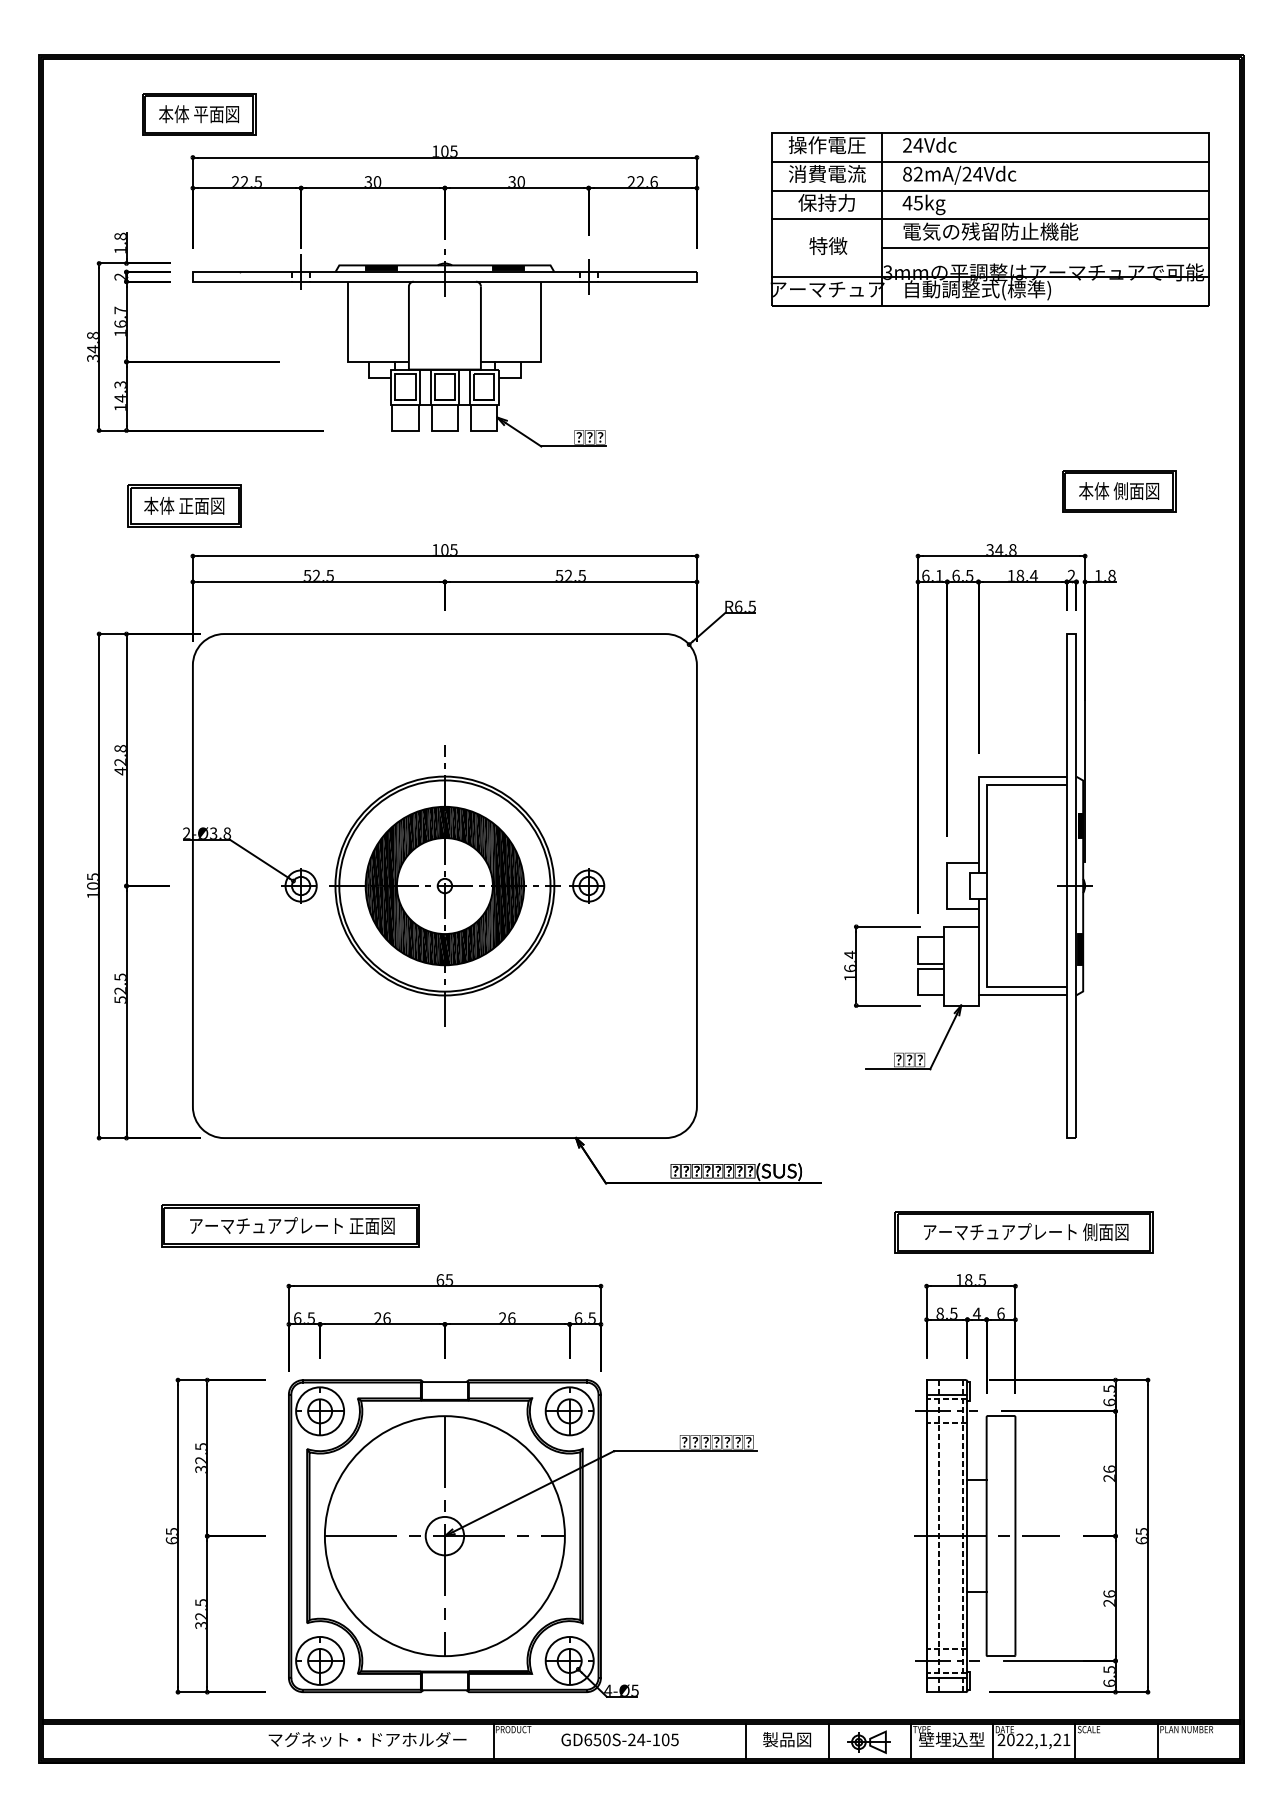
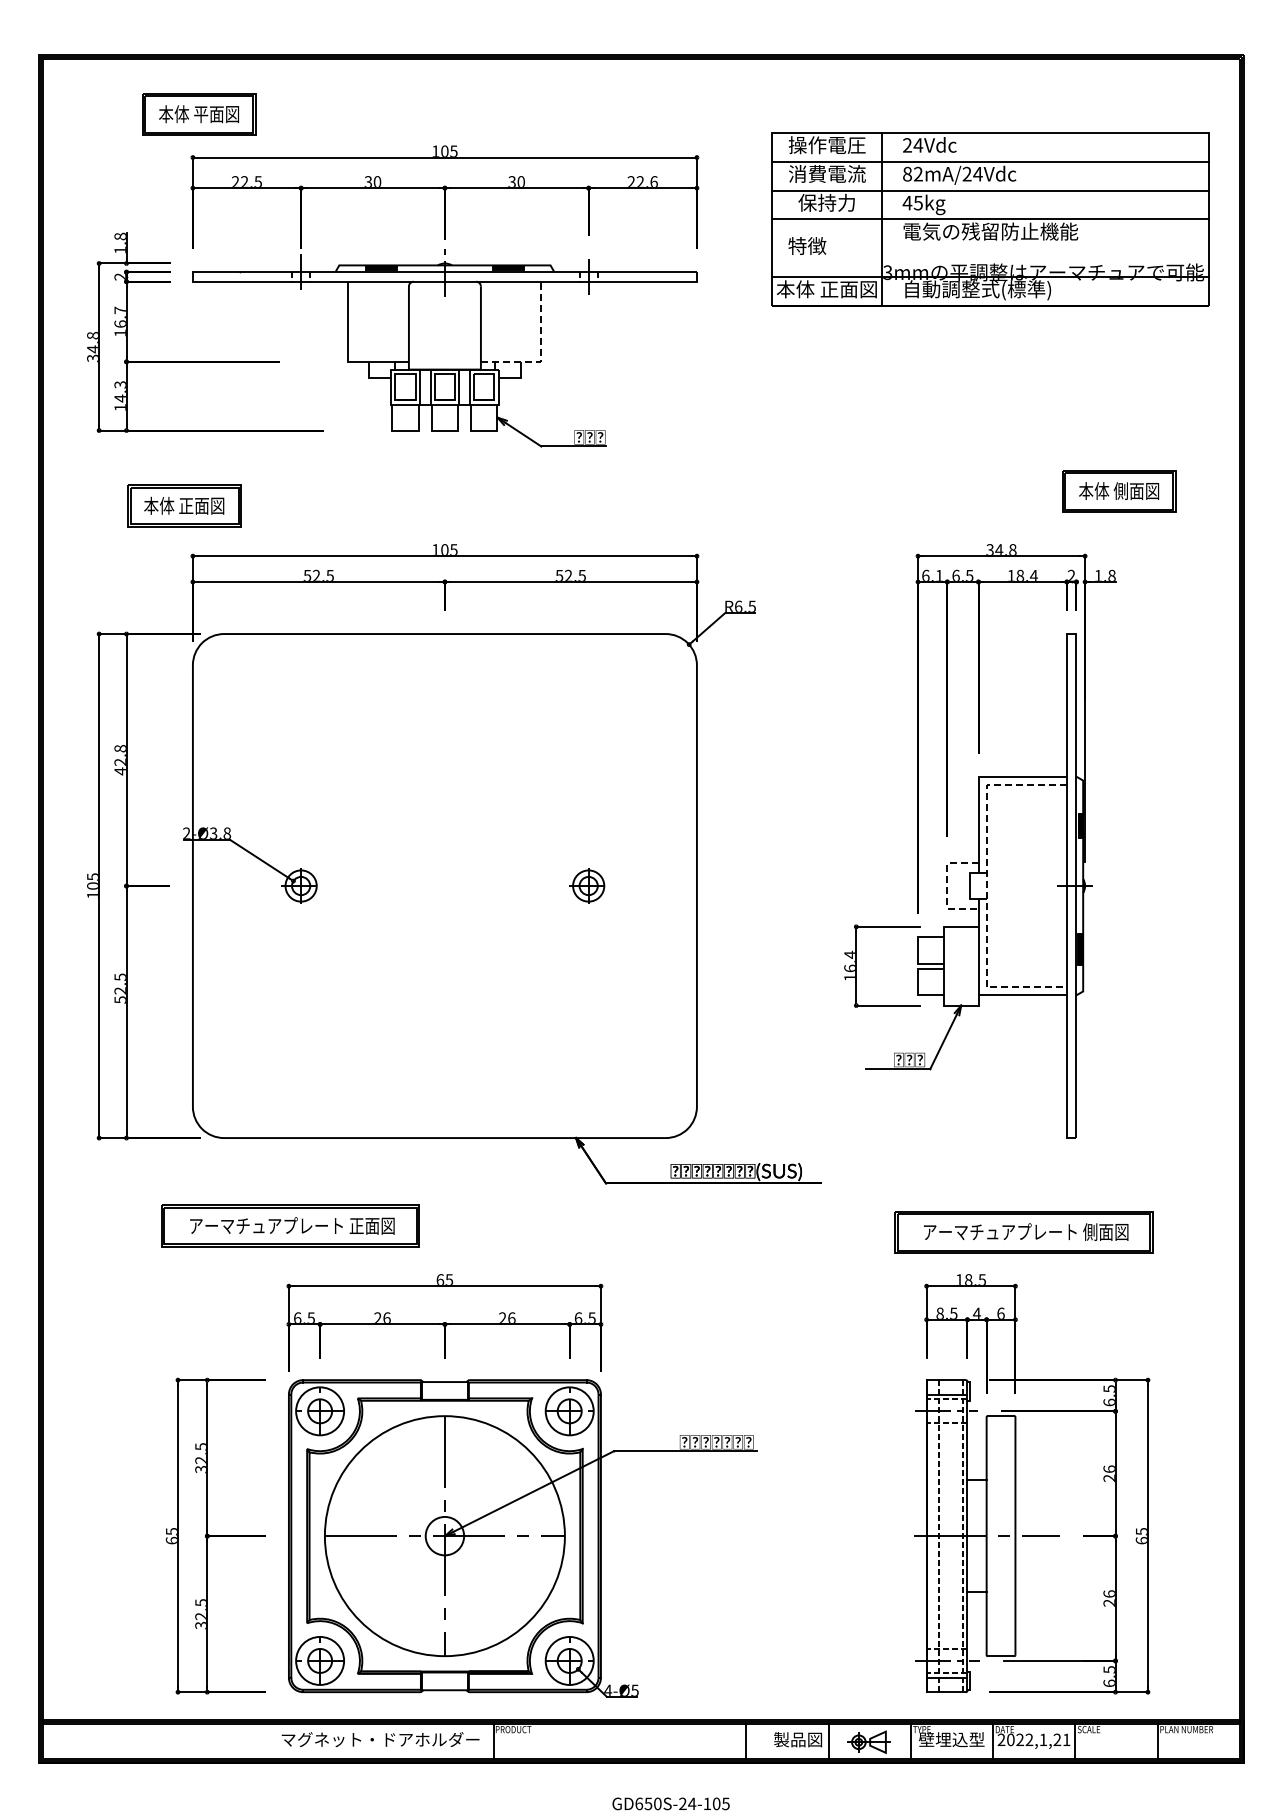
text at (828, 245) position: (828, 245) -> (807, 245)
line at (1045, 248): present -> none
text at (827, 289): アーマチュア -> 本体 正面図
line at (541, 352): solid -> dashed
part at (444, 885): present -> none
line at (947, 886): solid -> dashed
line at (986, 886): solid -> dashed
text at (367, 1739) position: (367, 1739) -> (380, 1739)
text at (619, 1739) position: (619, 1739) -> (670, 1803)
text at (786, 1739) position: (786, 1739) -> (797, 1739)
